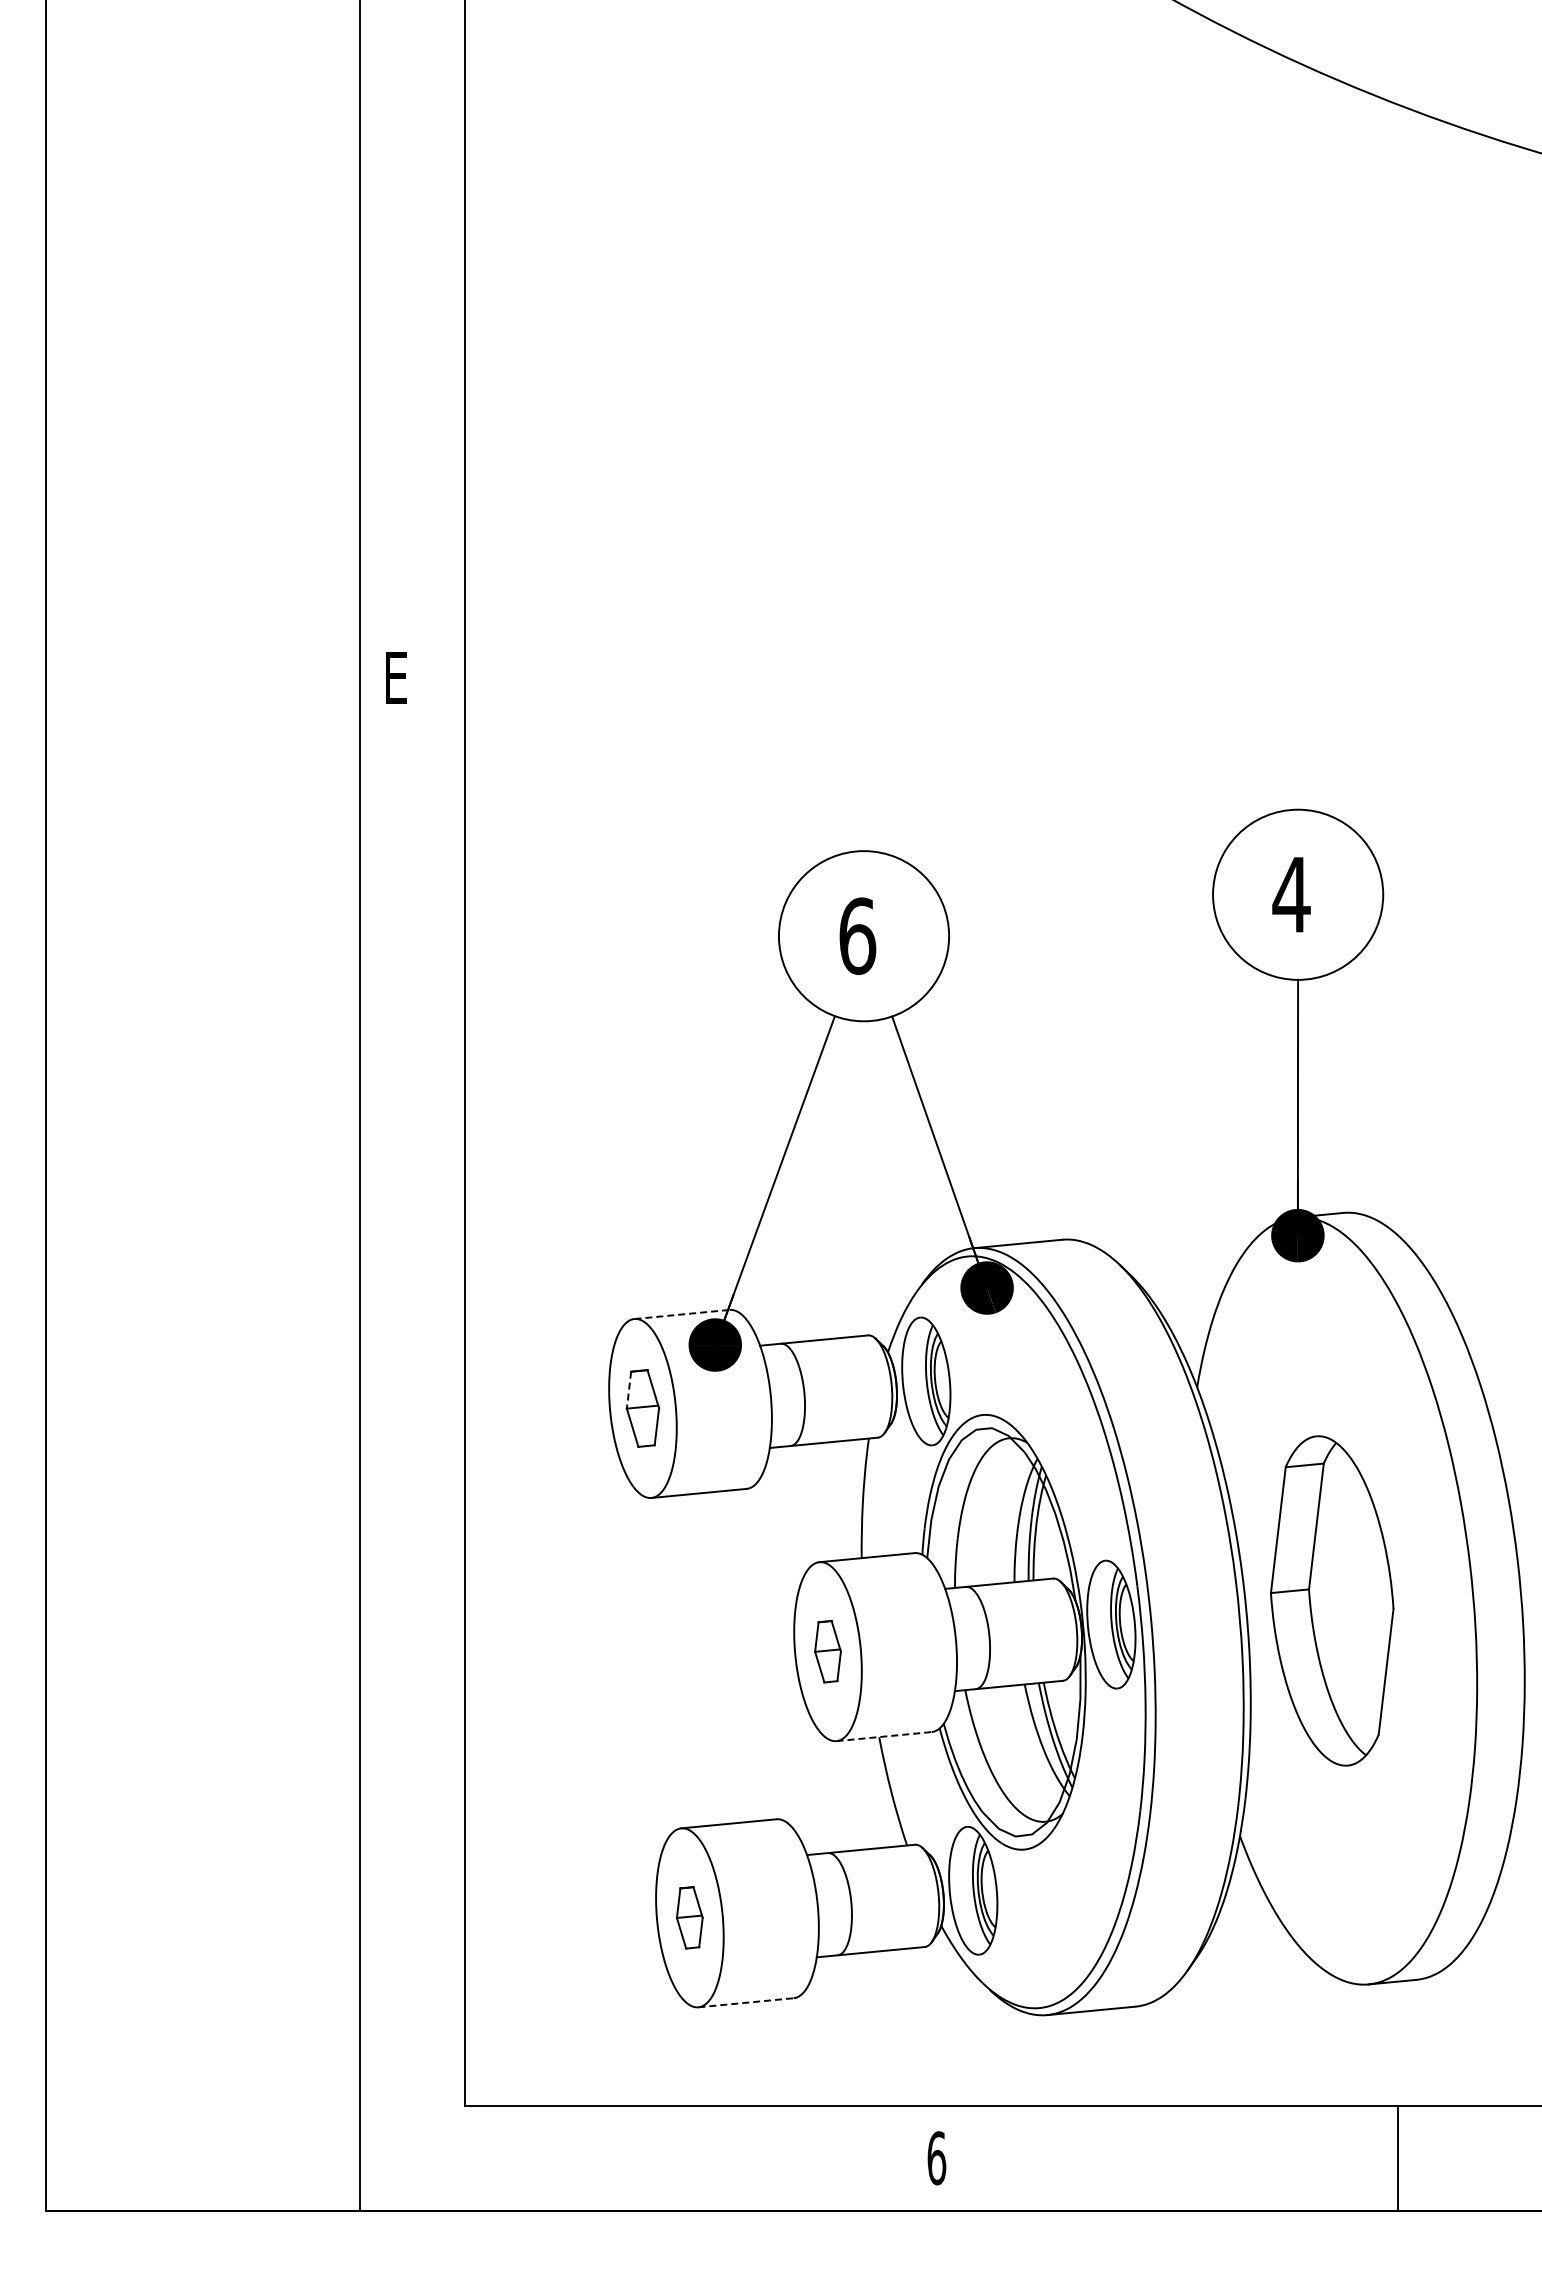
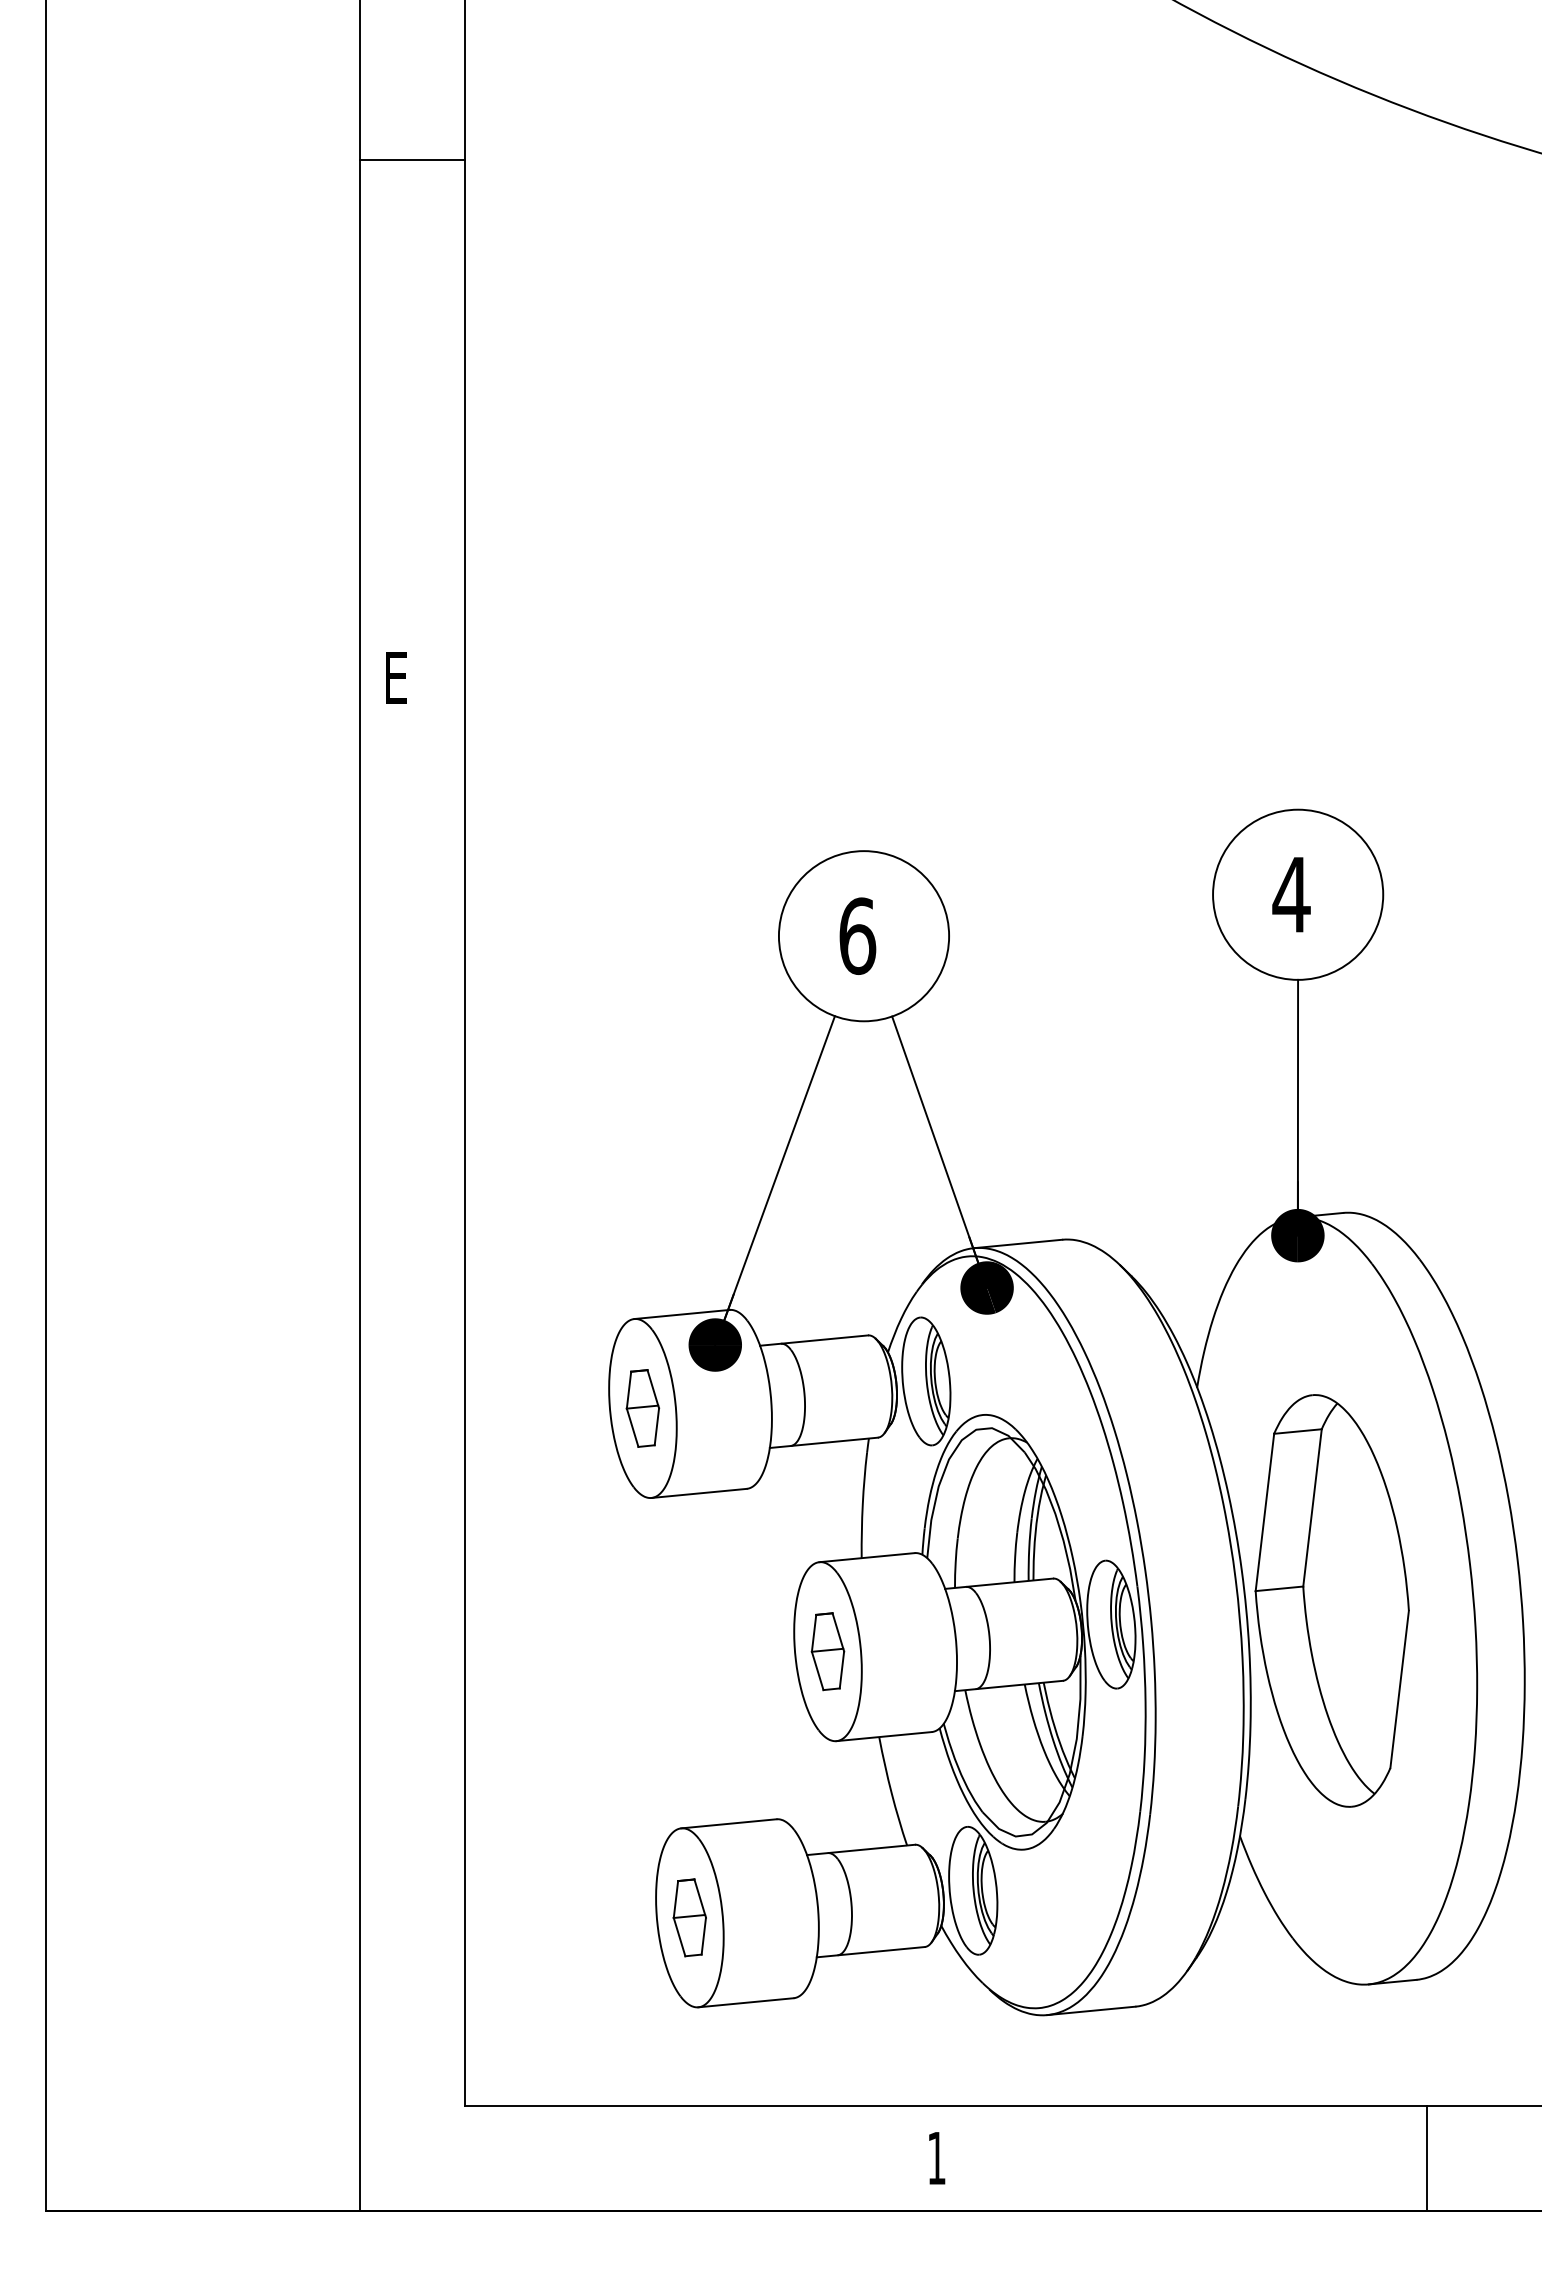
line at (412, 160): none -> present
line at (682, 1314): dashed -> solid
line at (629, 1390): dashed -> solid
part at (1332, 1600) size: 125x332 px -> 156x414 px
part at (827, 1651) size: 28x64 px -> 36x80 px
line at (884, 1736): dashed -> solid
part at (689, 1917) size: 29x64 px -> 35x80 px
line at (746, 2002): dashed -> solid
line at (1398, 2157) position: (1398, 2157) -> (1427, 2157)
text at (936, 2158): 6 -> 1
